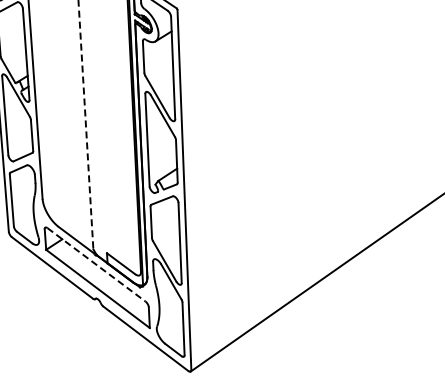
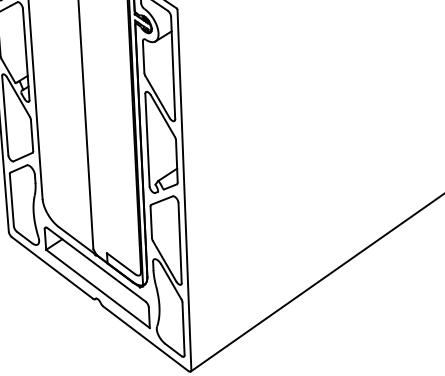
line at (85, 124): dashed -> solid
line at (96, 265): dashed -> solid
